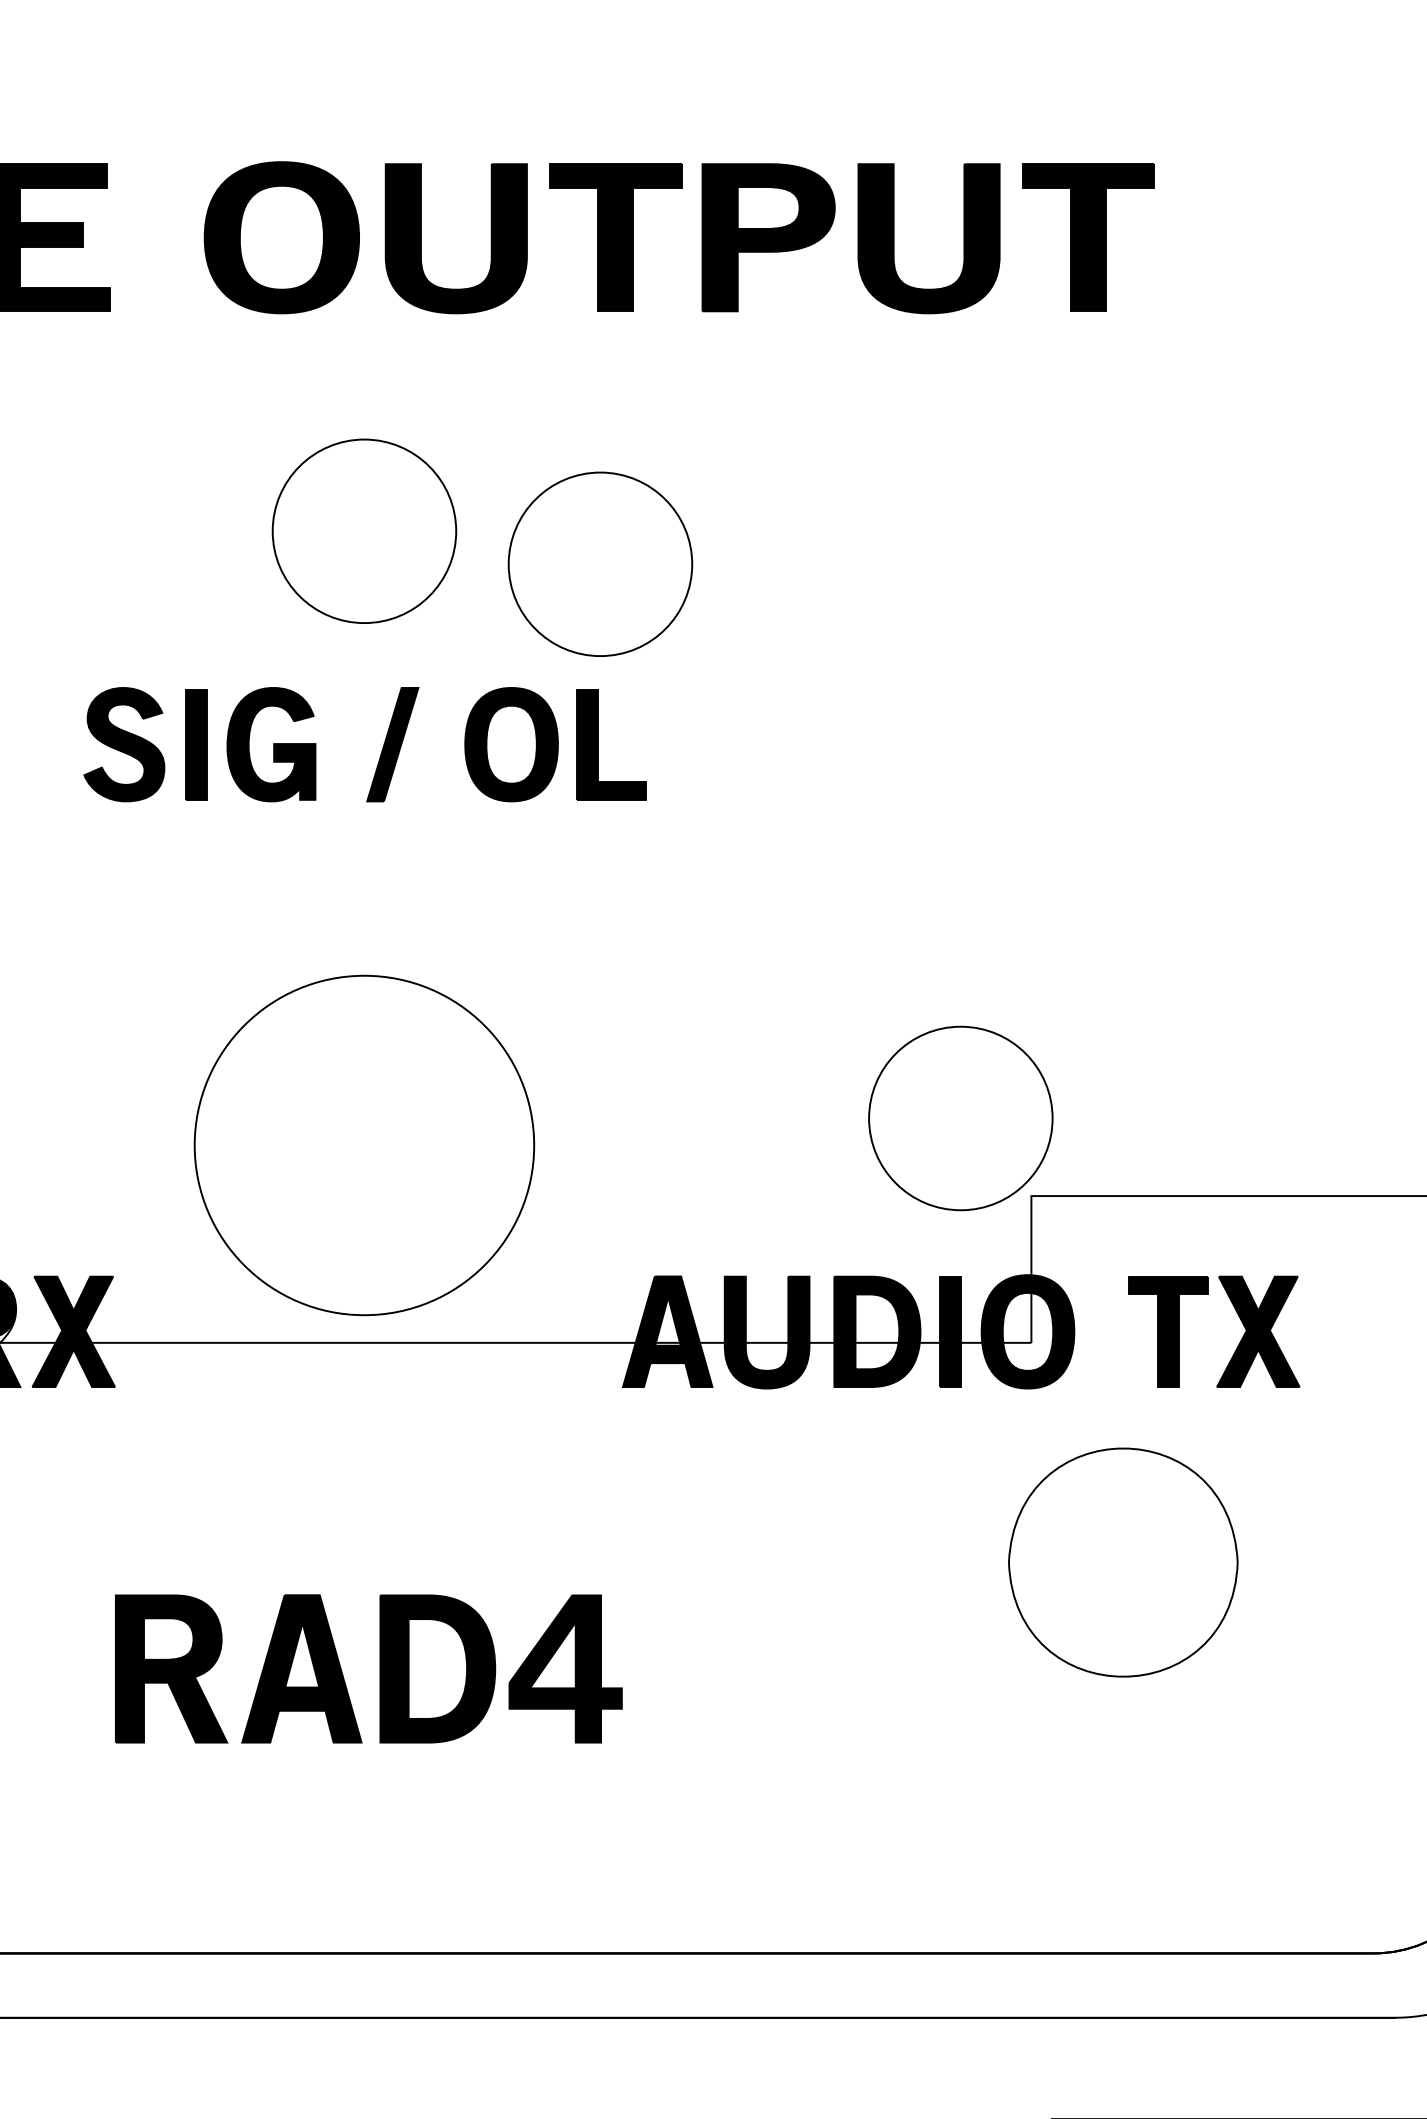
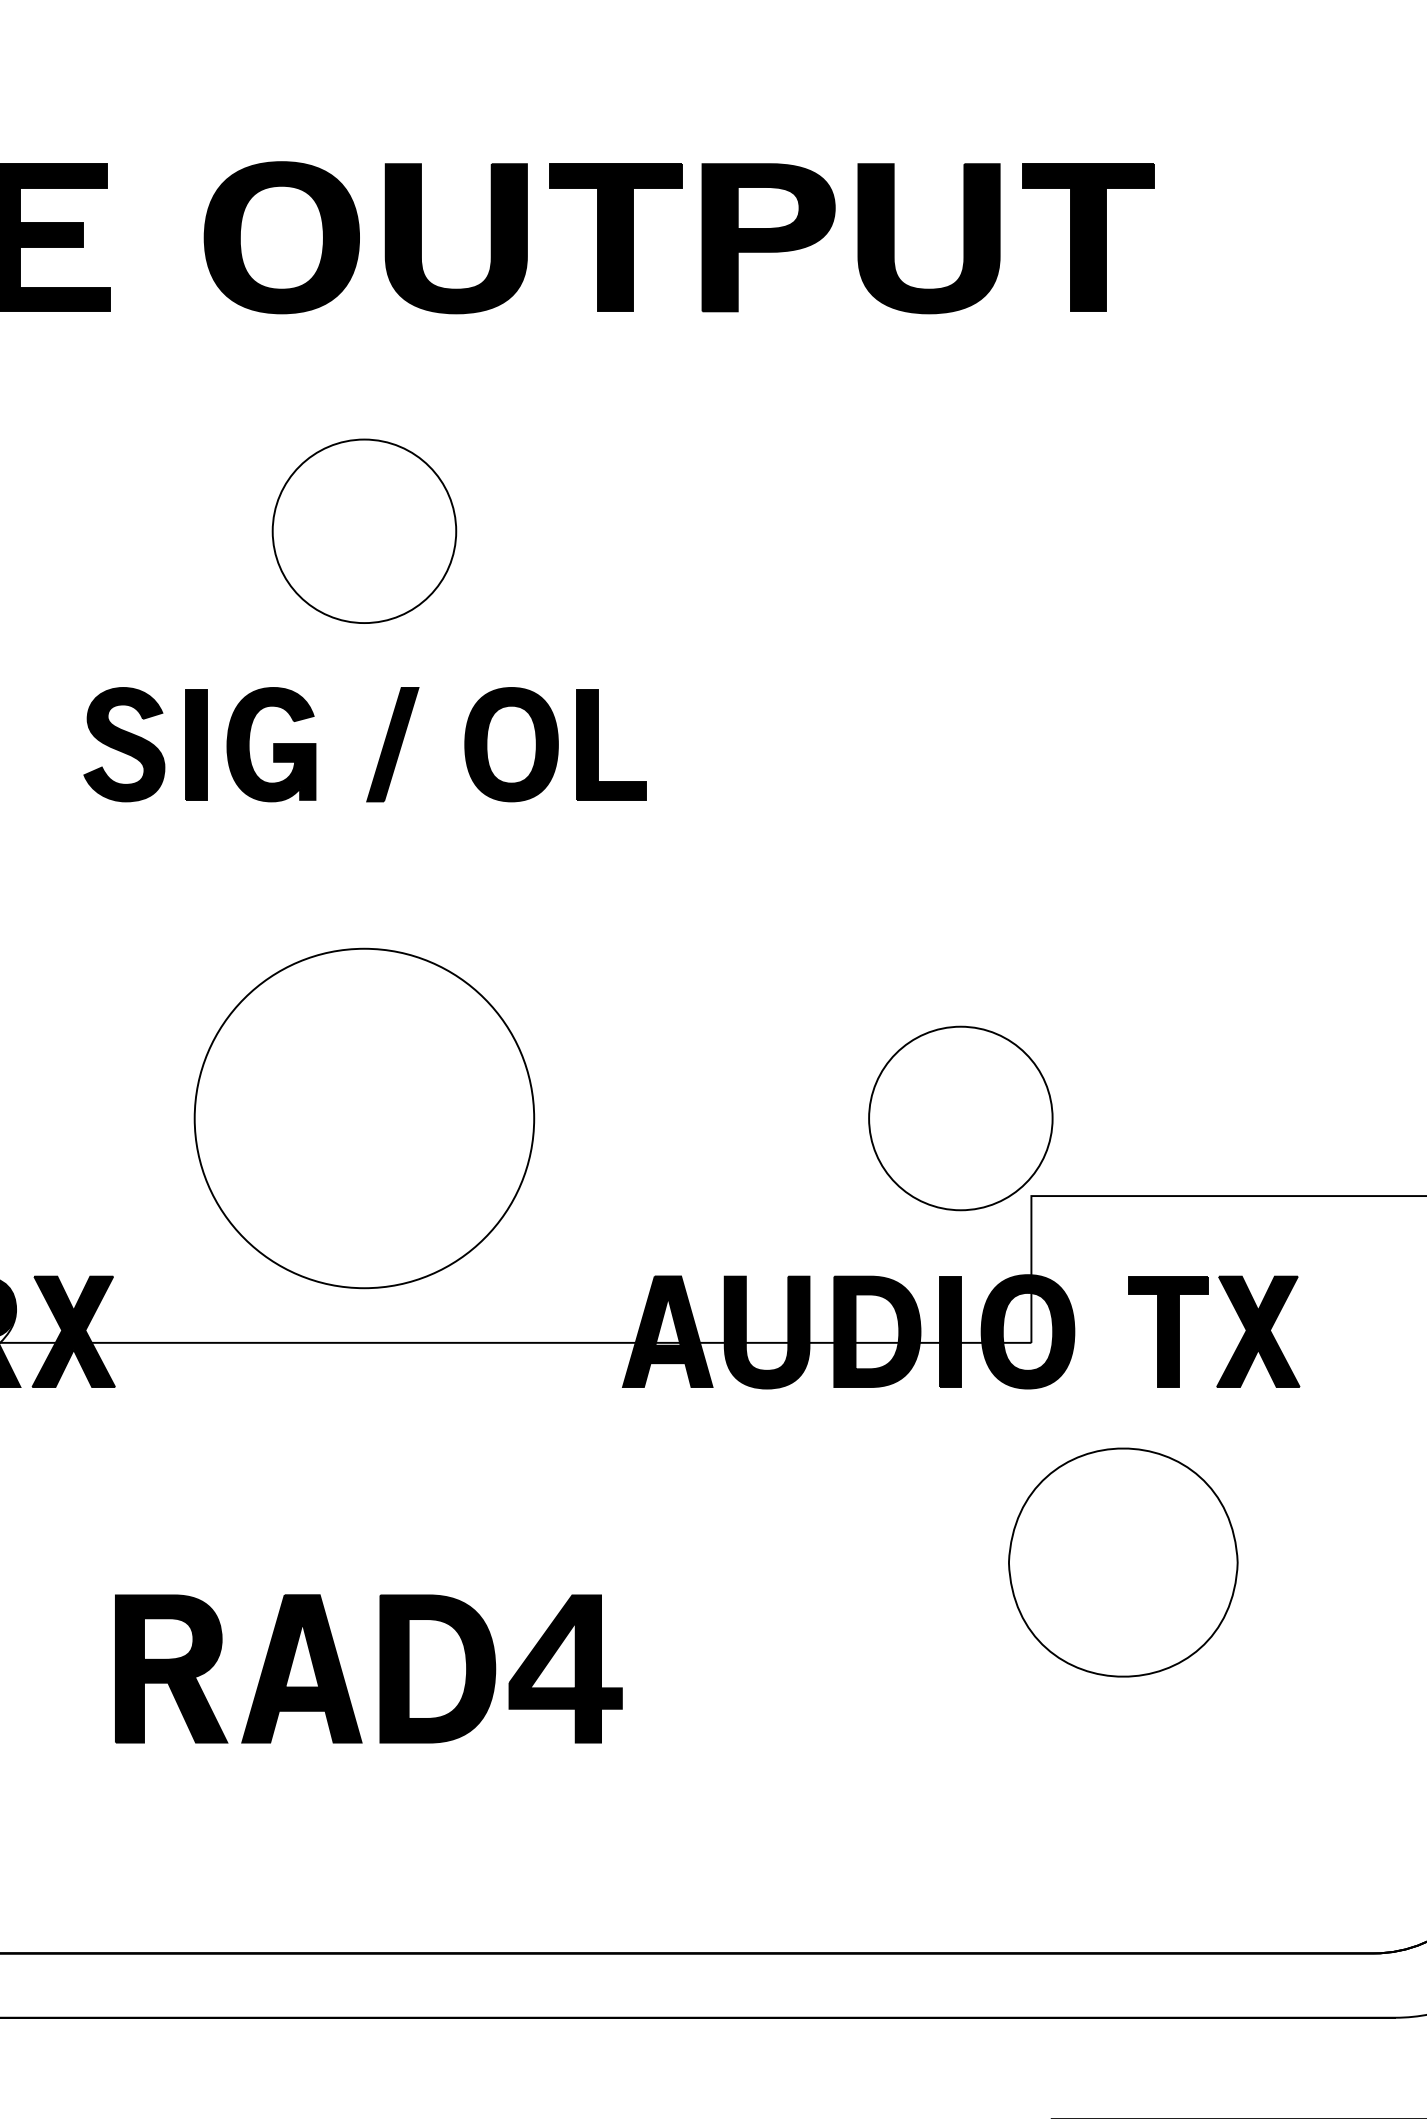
part at (600, 563): present -> none
part at (364, 1145) position: (364, 1145) -> (364, 1118)
